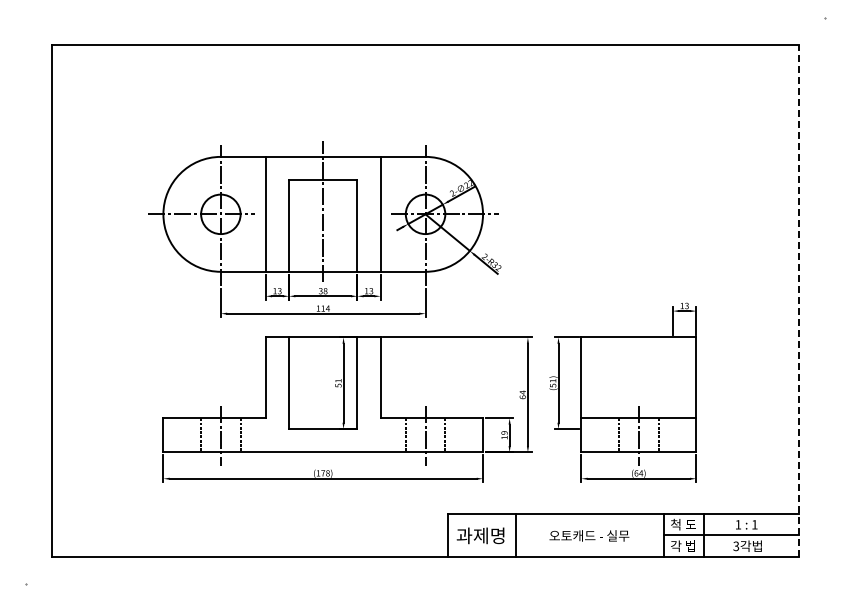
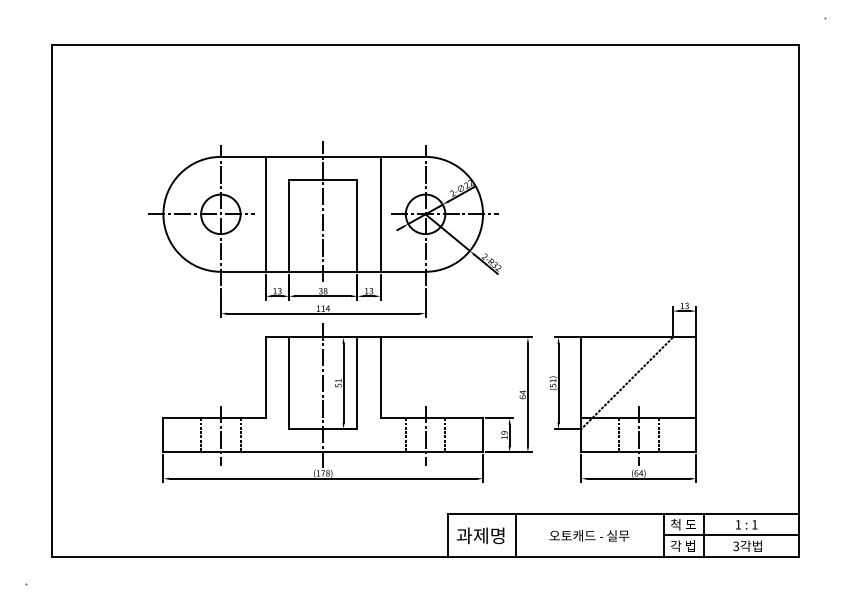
line at (798, 301): dashed -> solid
line at (626, 383): none -> present
line at (323, 395): none -> present
